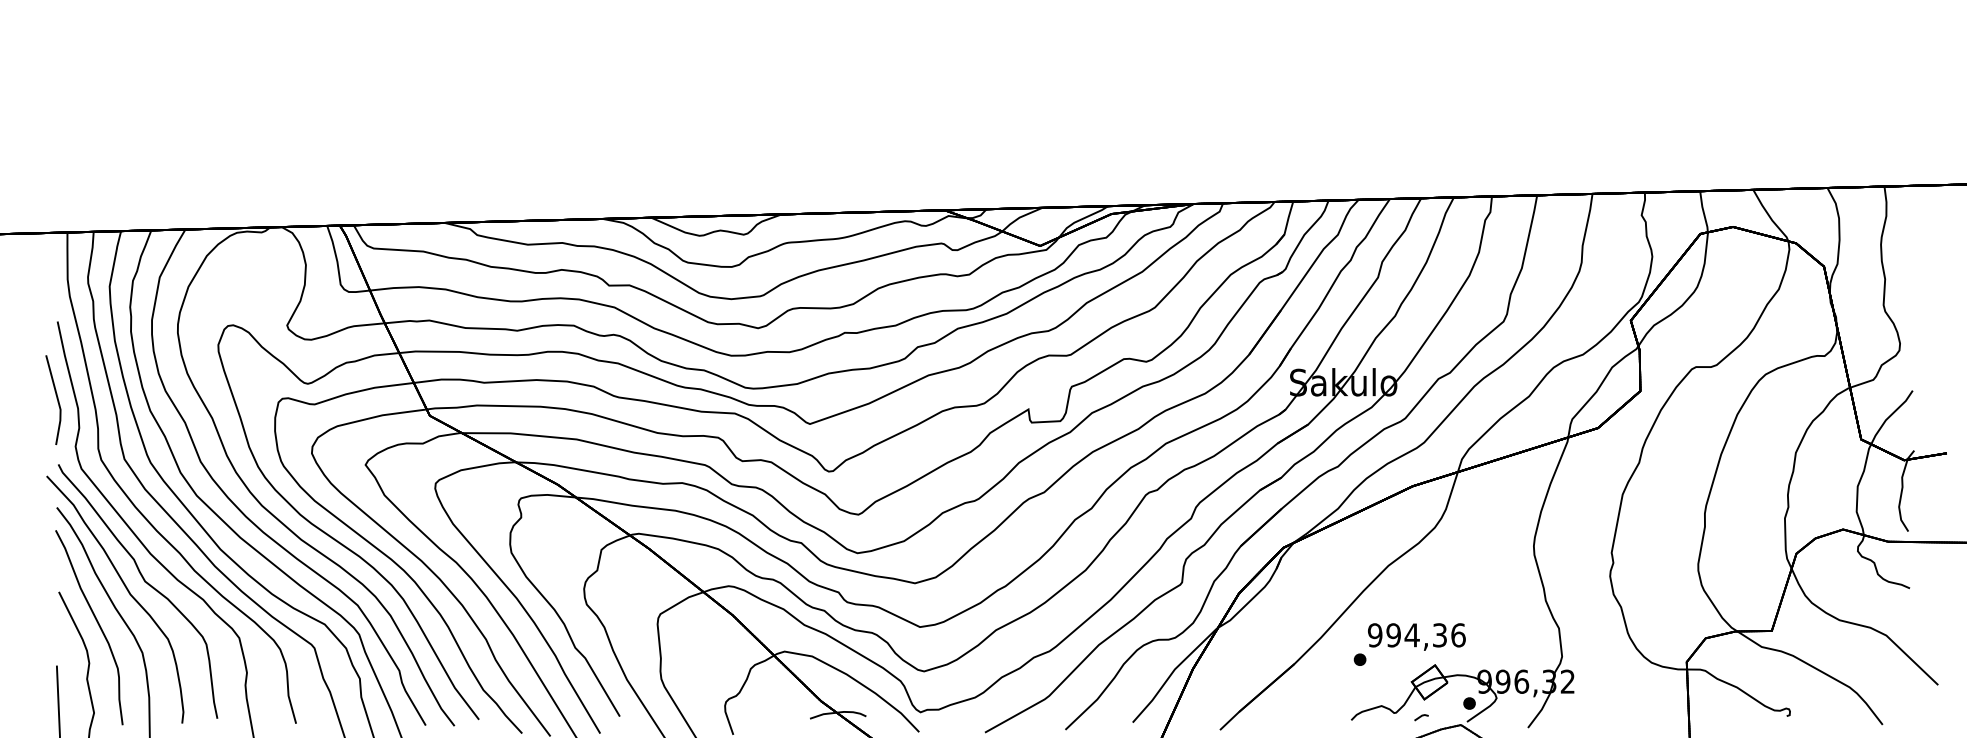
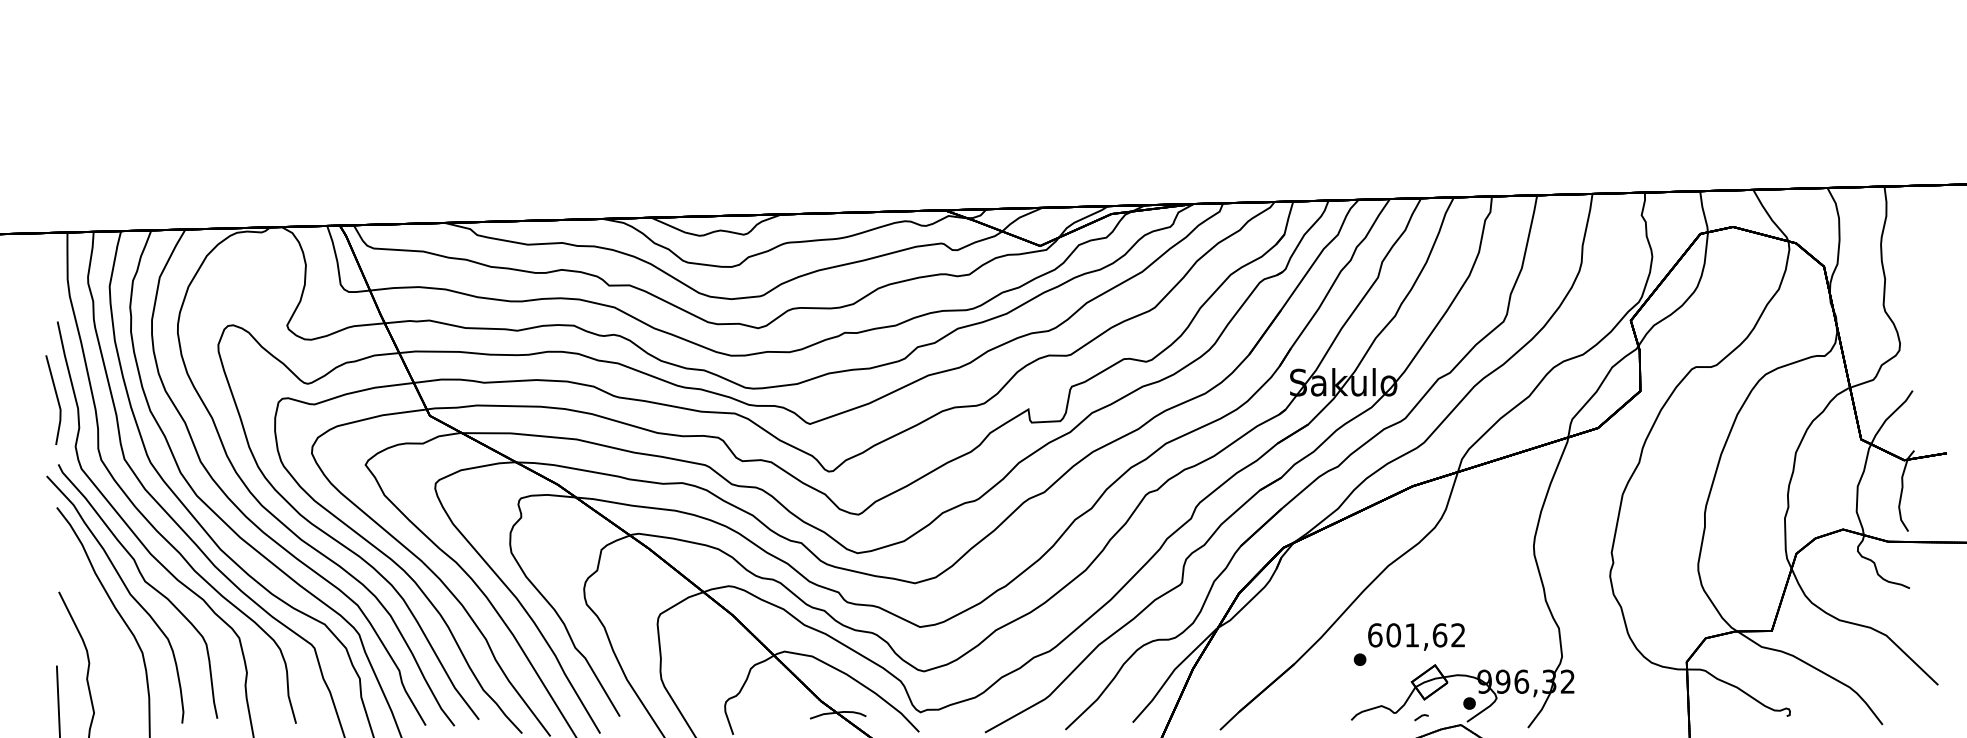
part at (97, 624): present -> none
text at (1416, 635): 994,36 -> 601,62
